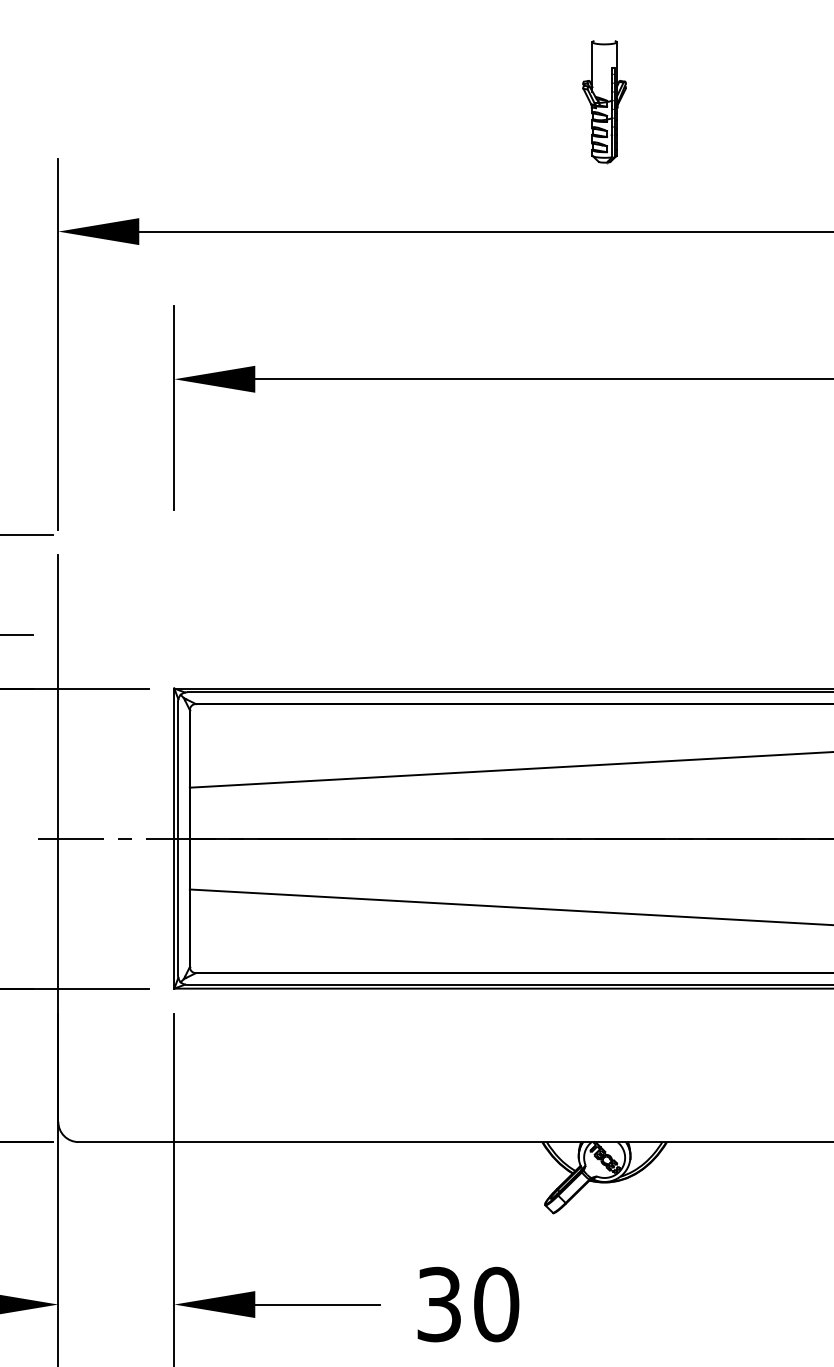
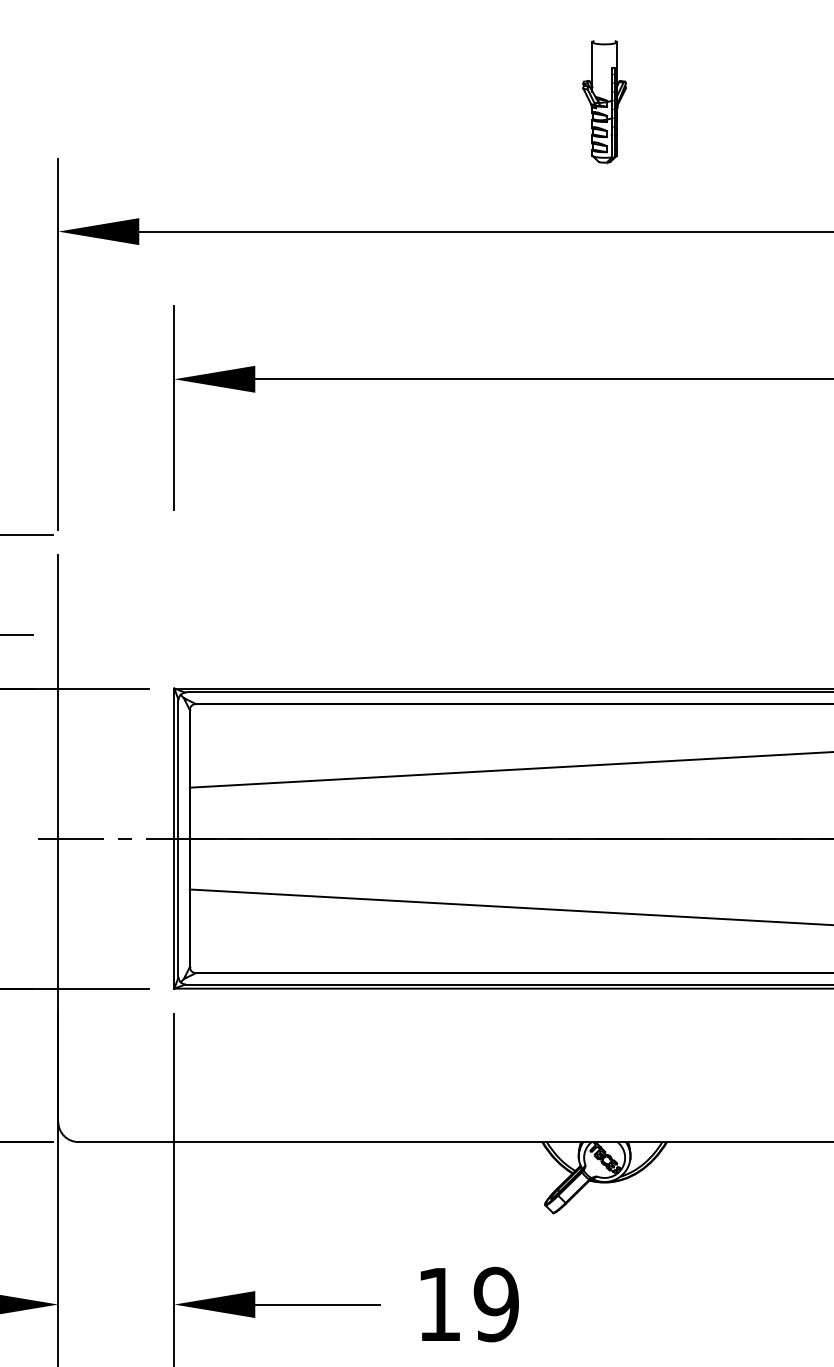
text at (468, 1304): 30 -> 19
